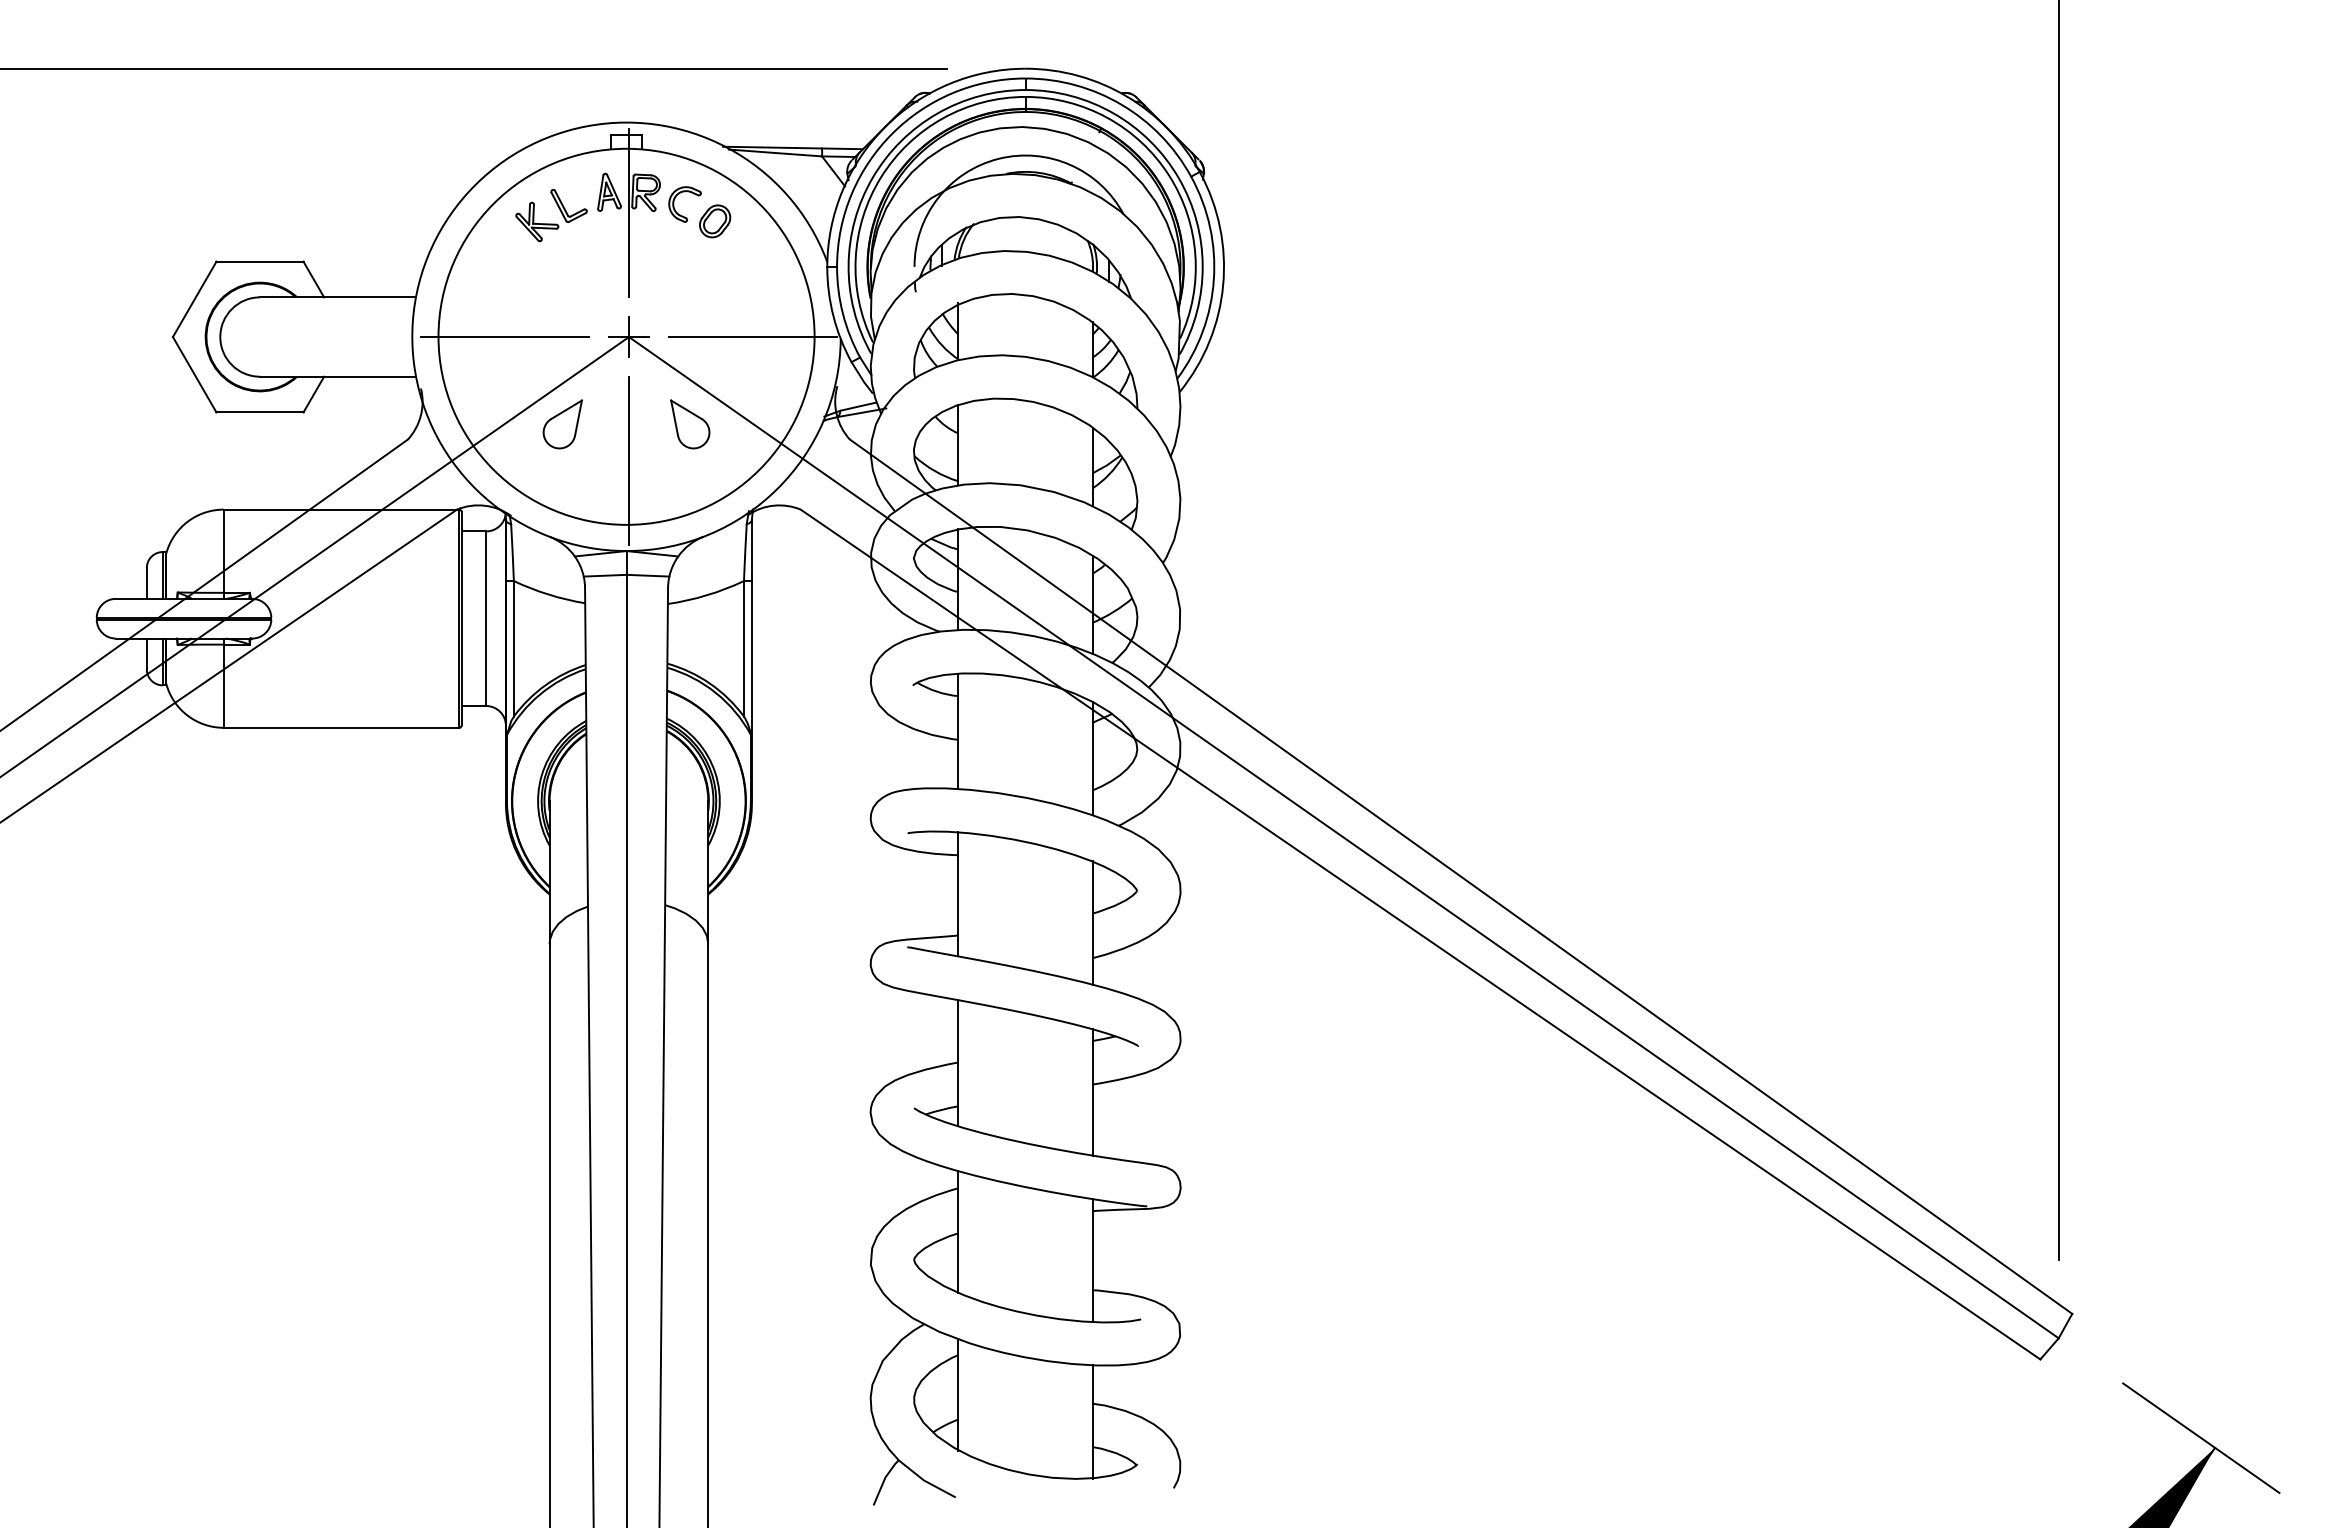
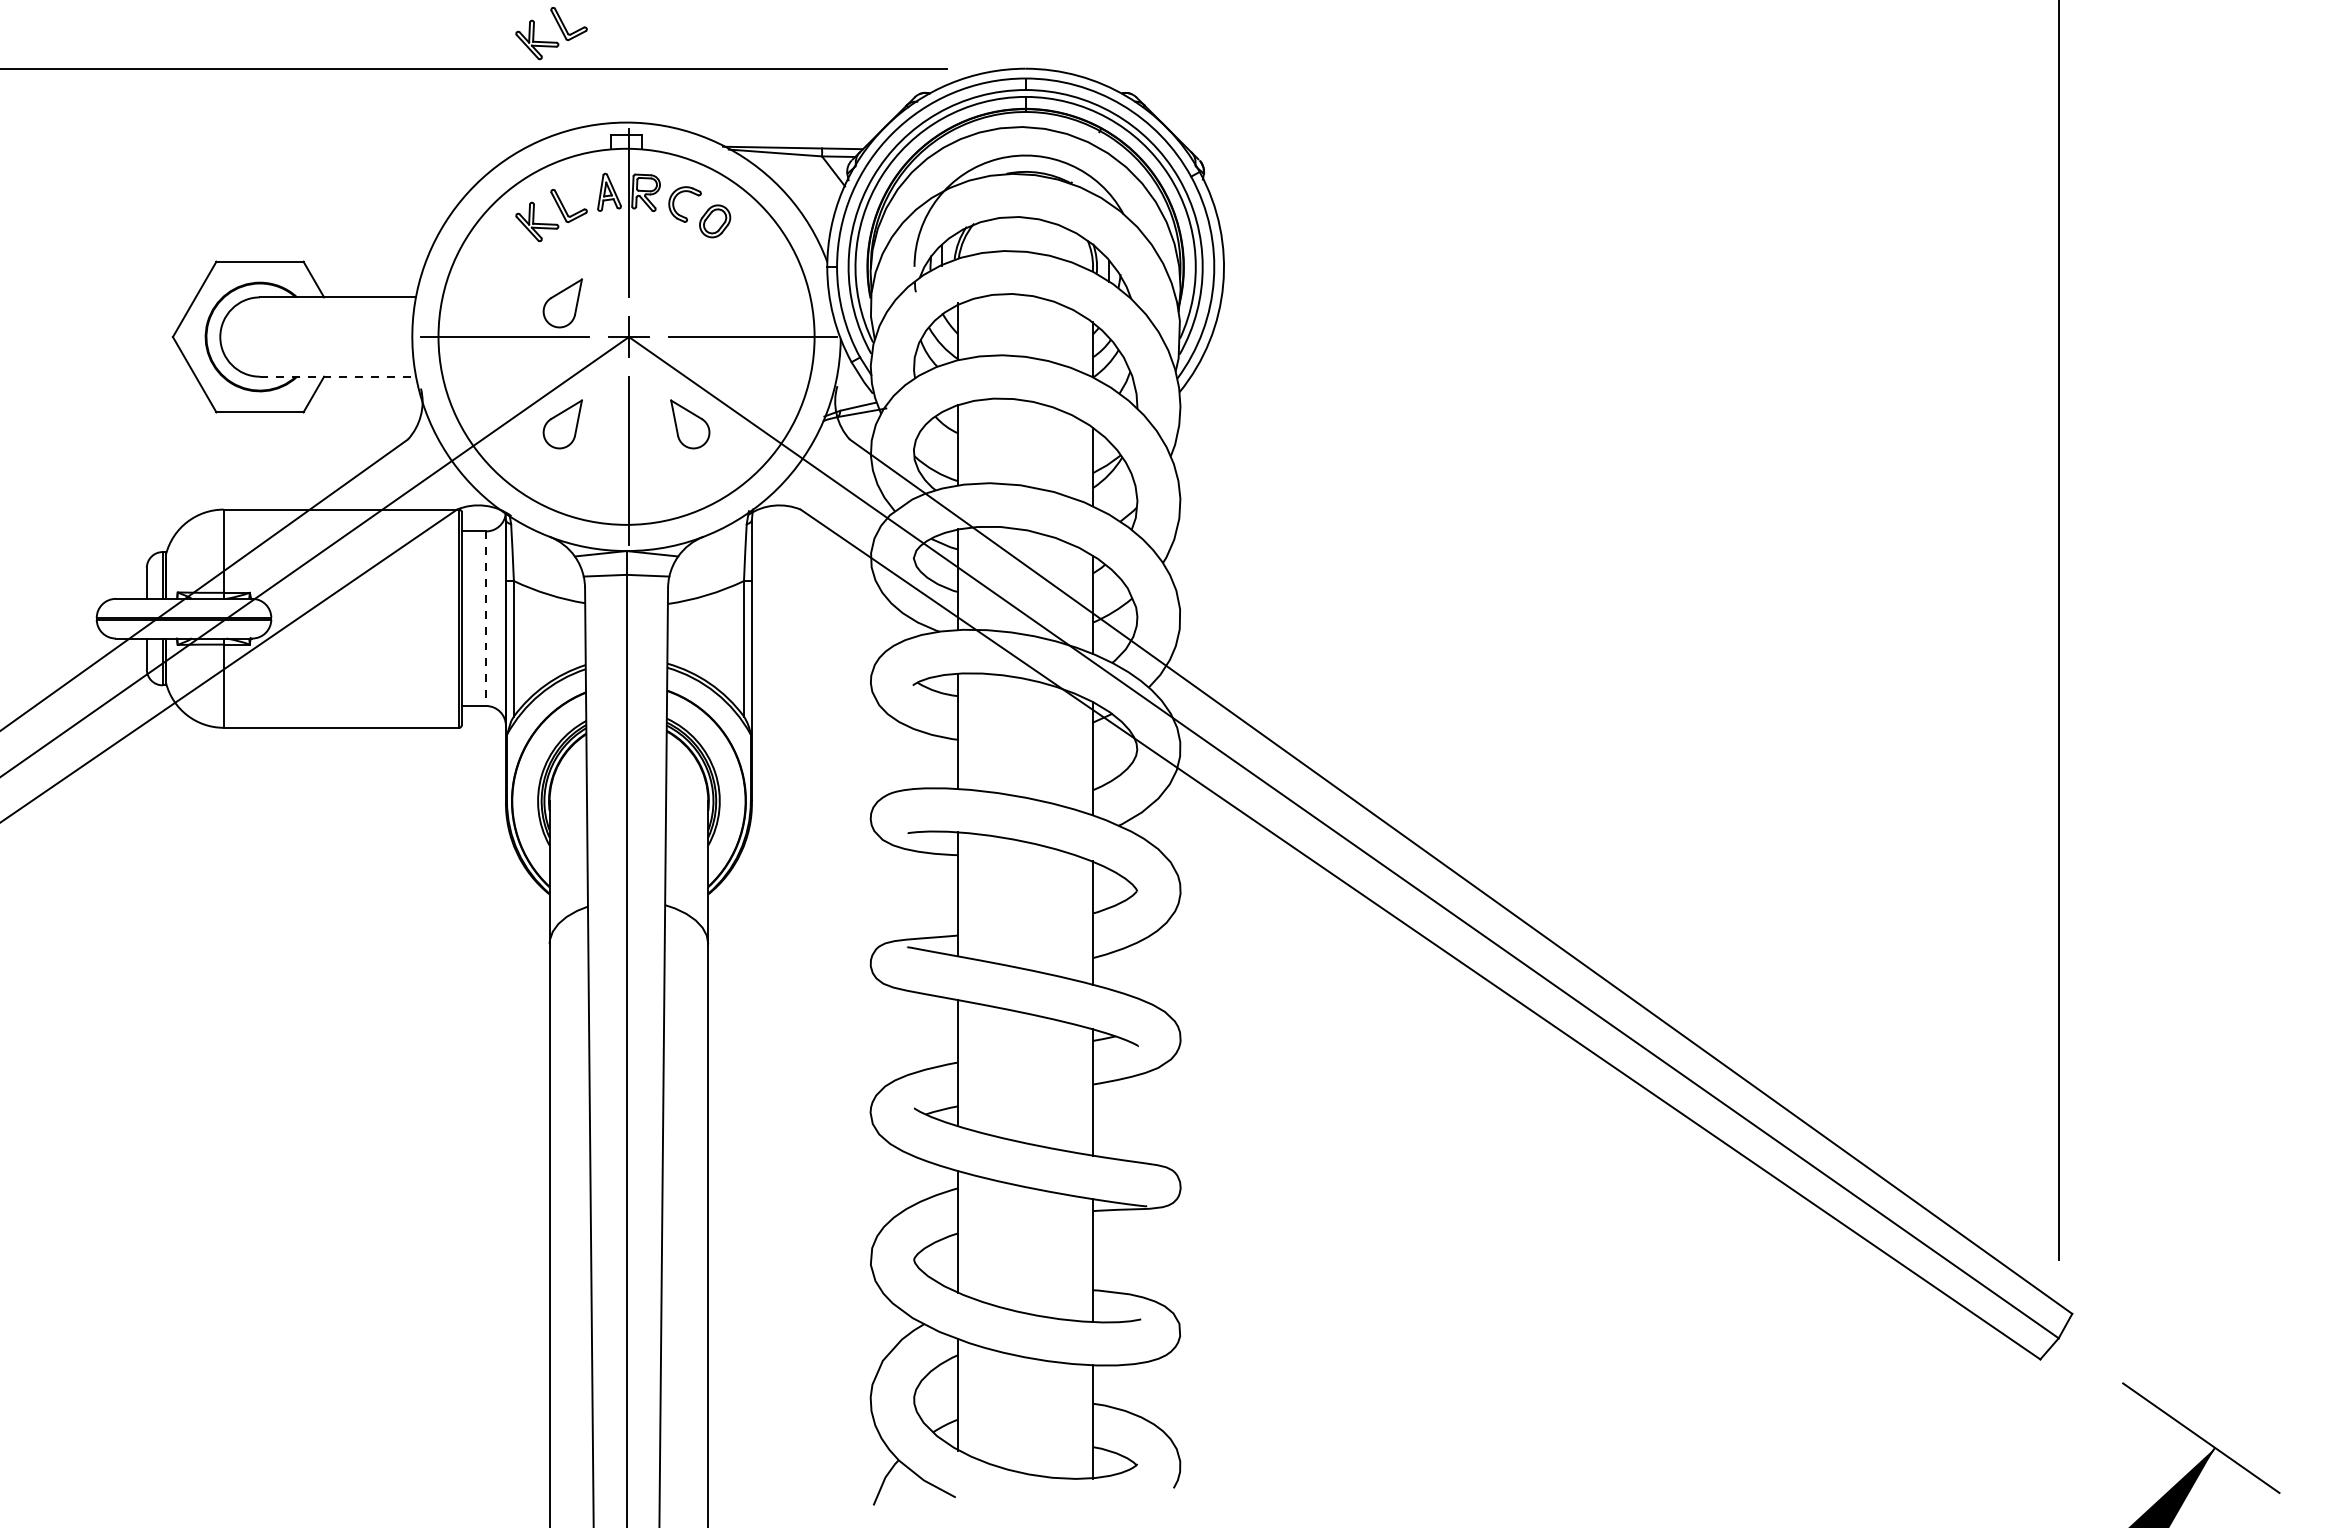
part at (551, 41): none -> present
part at (562, 303): none -> present
line at (338, 376): solid -> dashed
line at (486, 619): solid -> dashed
